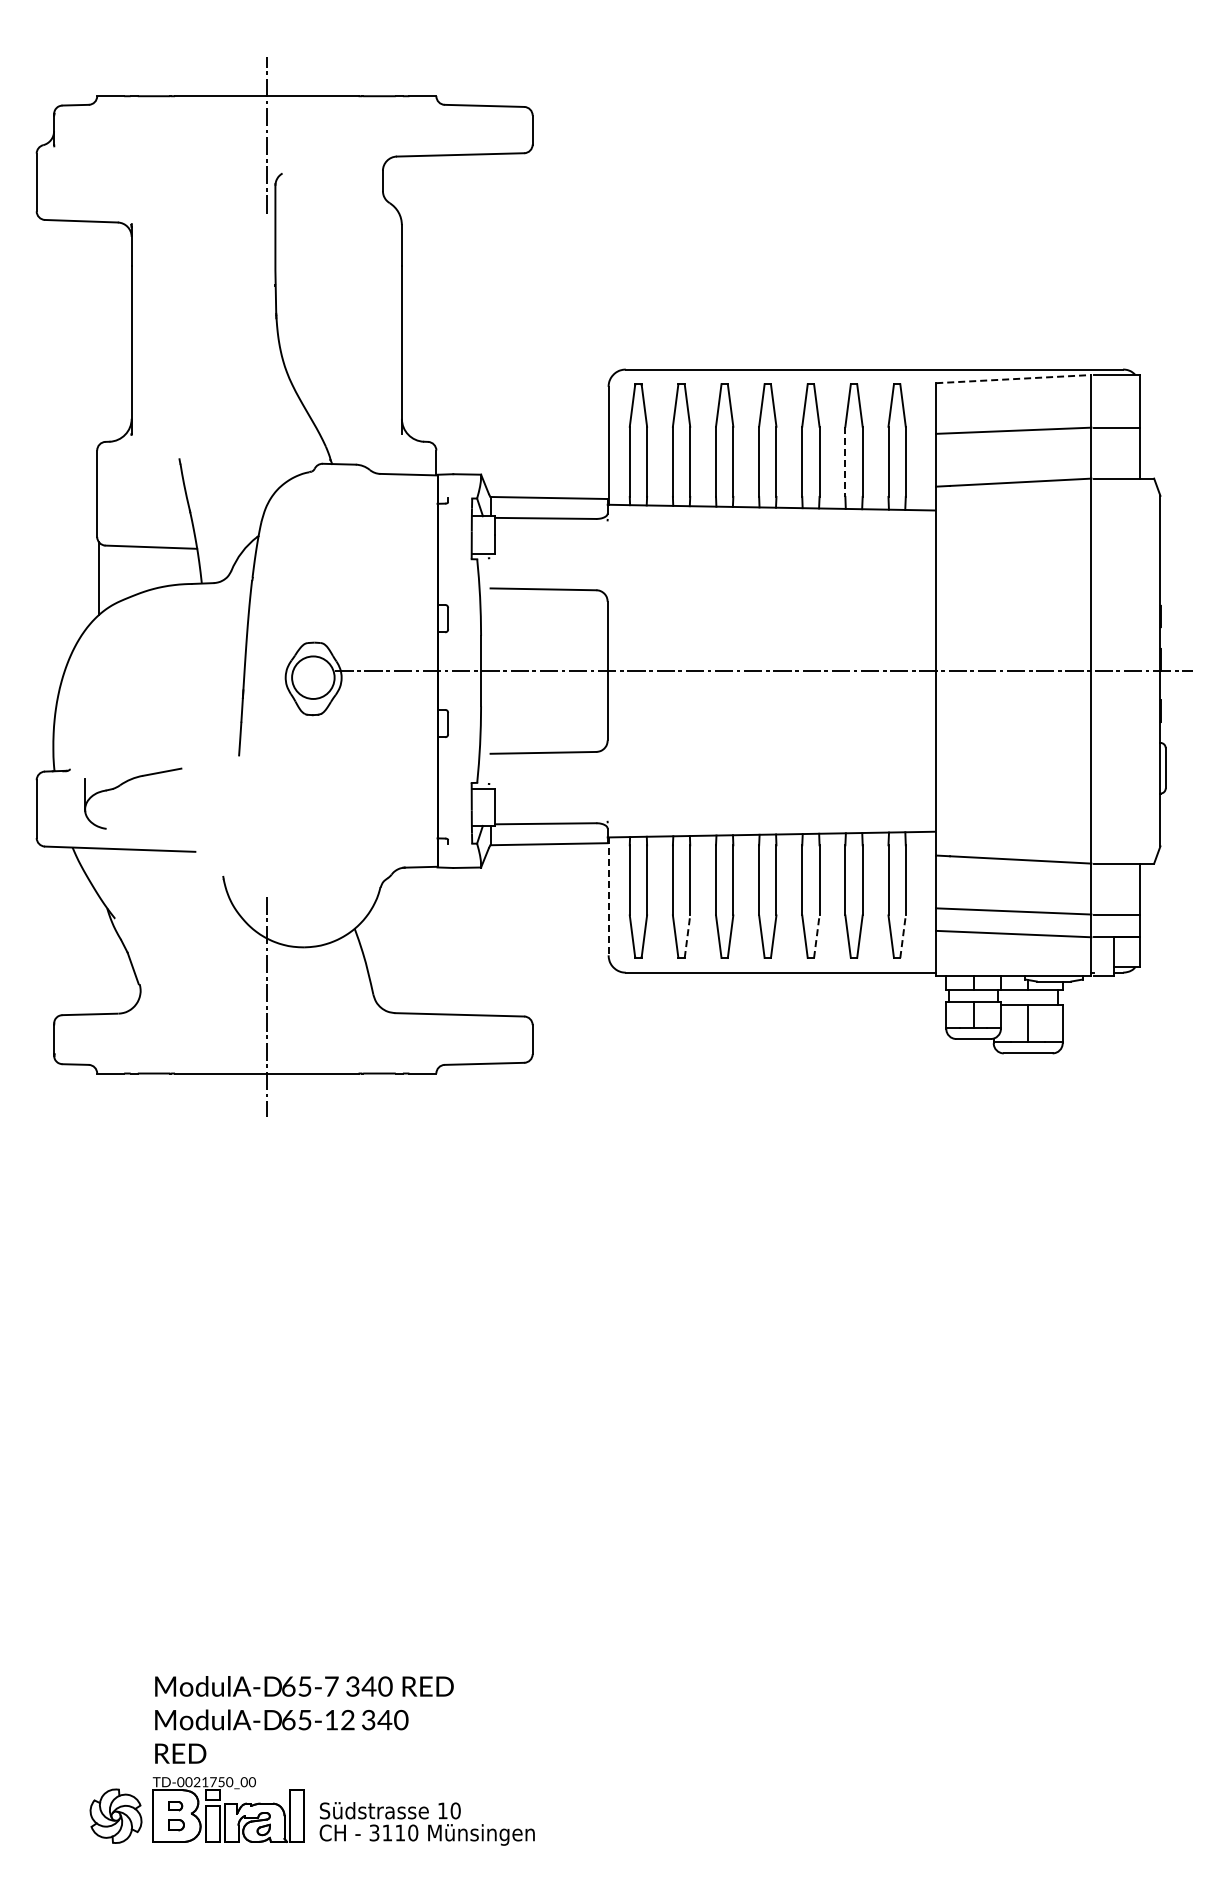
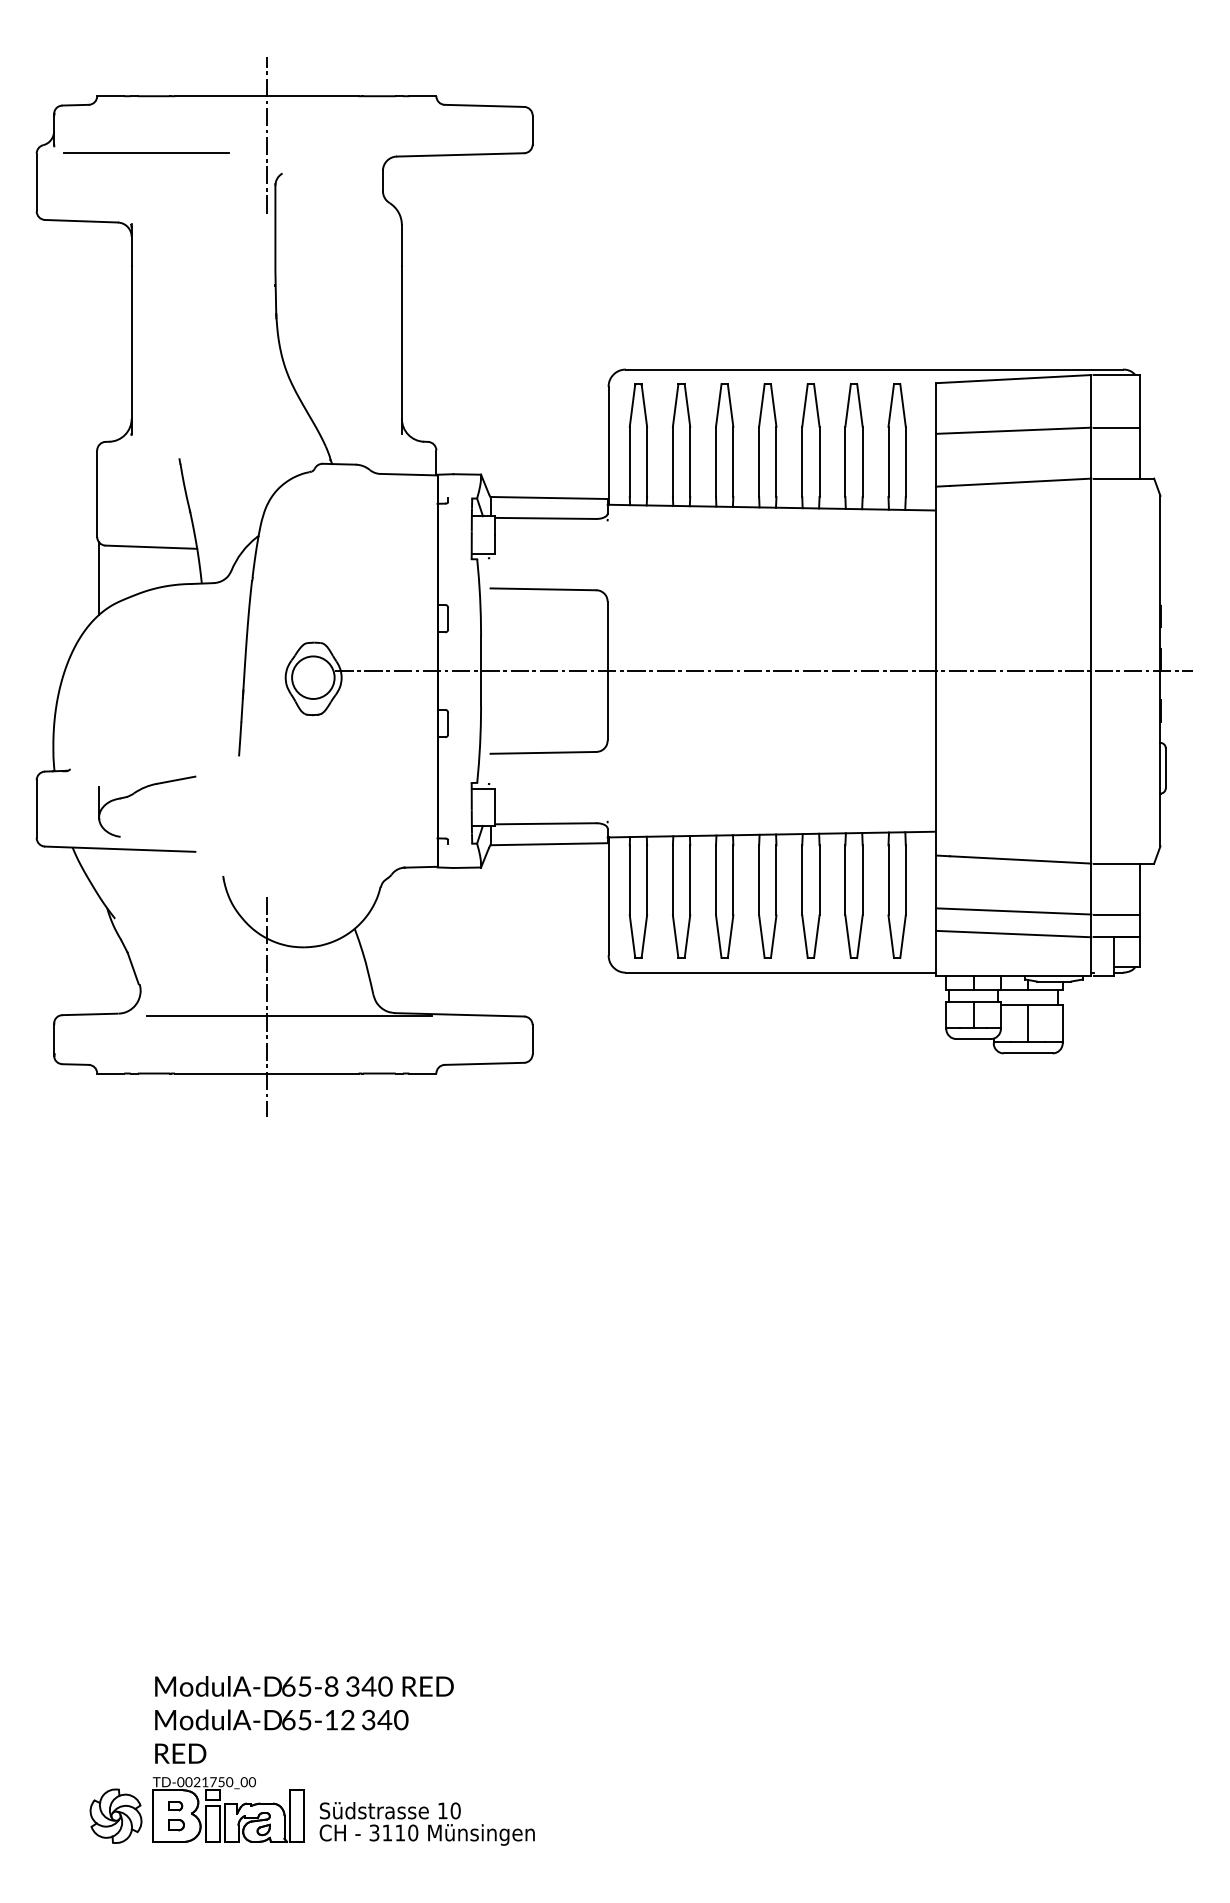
line at (146, 153): none -> present
line at (1013, 379): dashed -> solid
line at (845, 462): dashed -> solid
part at (125, 783) position: (125, 783) -> (139, 791)
line at (608, 896): dashed -> solid
line at (687, 936): dashed -> solid
line at (816, 936): dashed -> solid
line at (903, 936): dashed -> solid
line at (289, 1016): none -> present
text at (331, 1686): 65-7 -> 65-8
